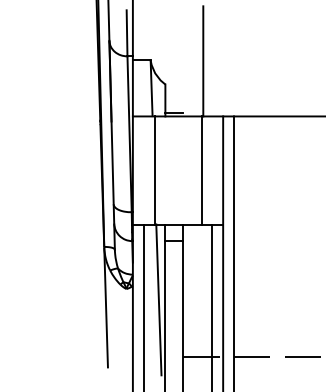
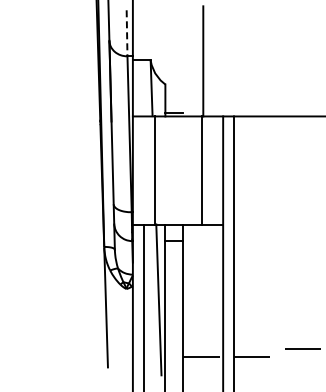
line at (127, 33): solid -> dashed
line at (212, 306): present -> none
line at (302, 356) position: (302, 356) -> (302, 348)
